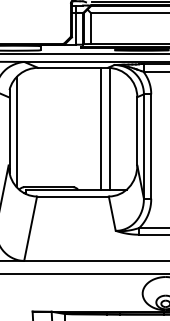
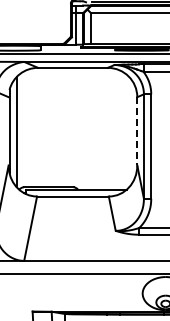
line at (101, 128): present -> none
line at (110, 128): present -> none
line at (137, 131): solid -> dashed
